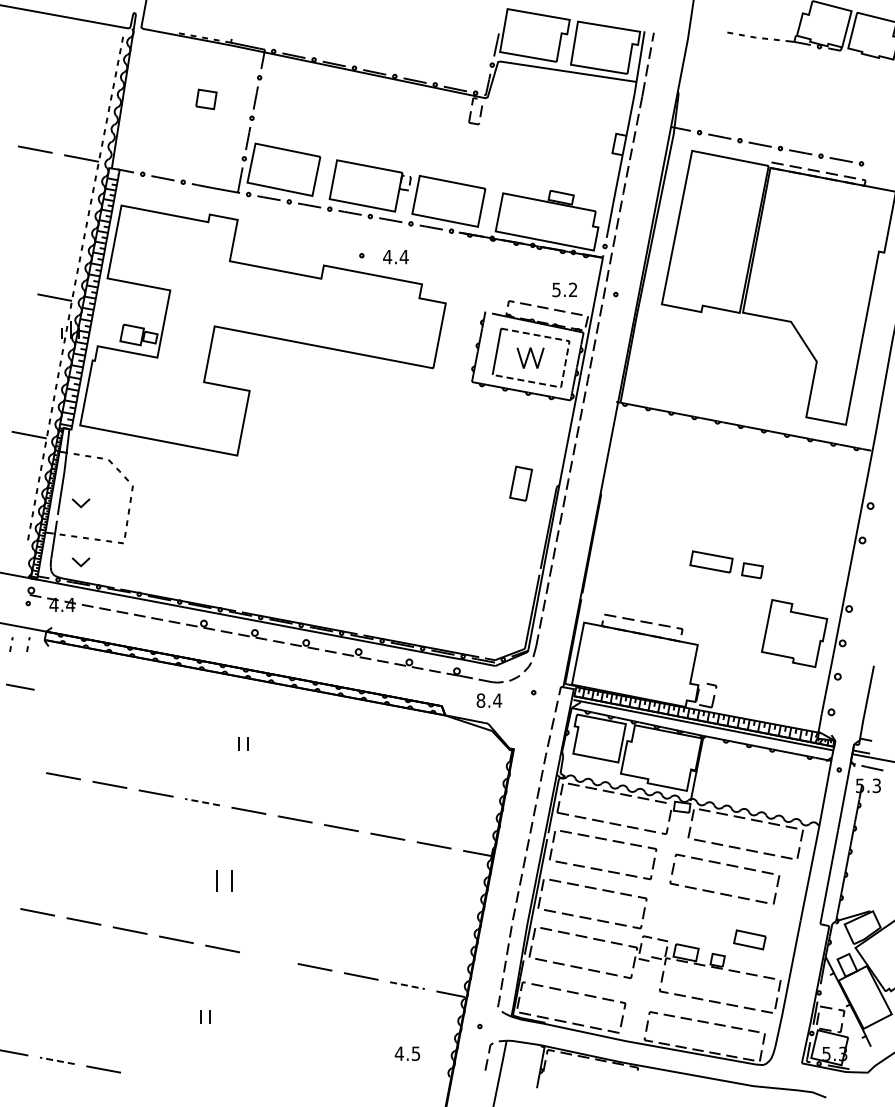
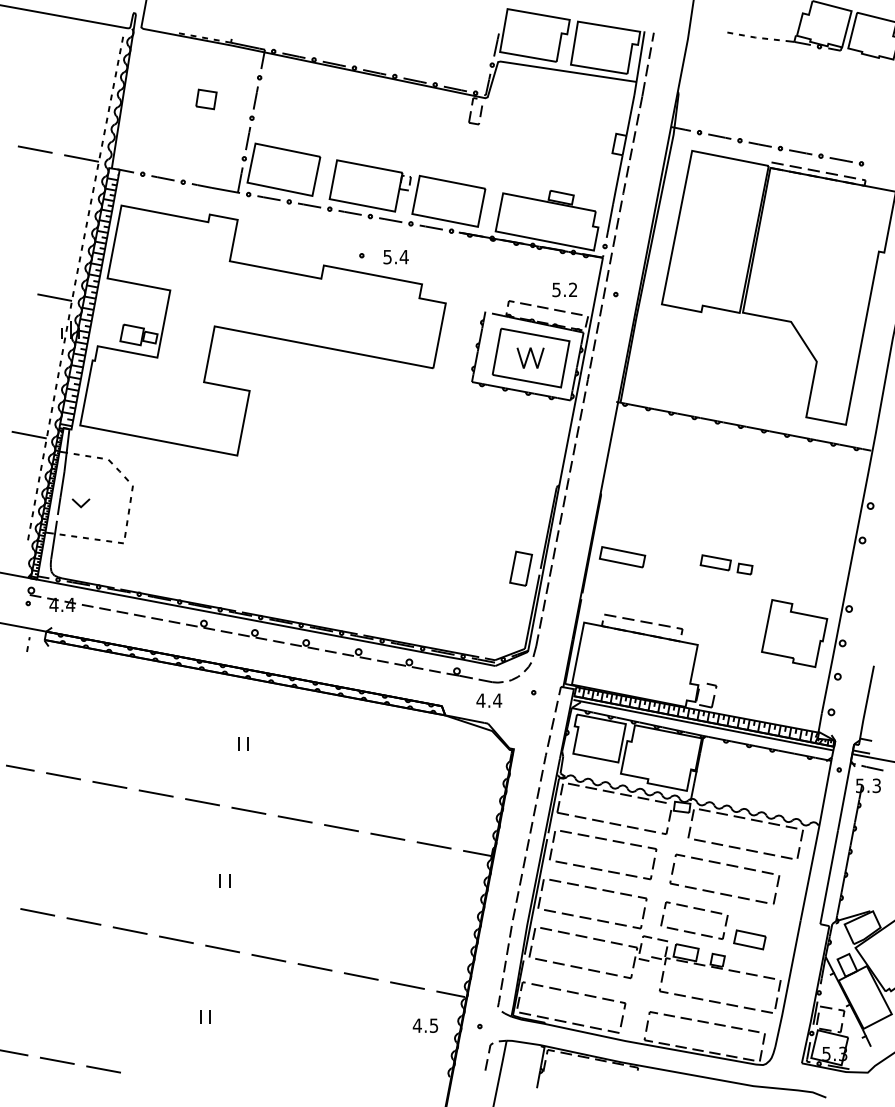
text at (387, 257): 4.4 -> 5.4
line at (565, 364): dashed -> solid
part at (521, 483) position: (521, 483) -> (521, 568)
part at (622, 557): none -> present
part at (80, 562): present -> none
part at (726, 564) size: 75x30 px -> 55x22 px
part at (11, 644): present -> none
line at (20, 686) position: (20, 686) -> (20, 767)
text at (480, 700): 8.4 -> 4.4
line at (202, 802): dashed -> solid
part at (224, 880) size: 17x22 px -> 12x14 px
part at (695, 909): none -> present
line at (268, 958): none -> present
line at (407, 985): dashed -> solid
text at (407, 1053) position: (407, 1053) -> (425, 1025)
line at (57, 1060): dashed -> solid
